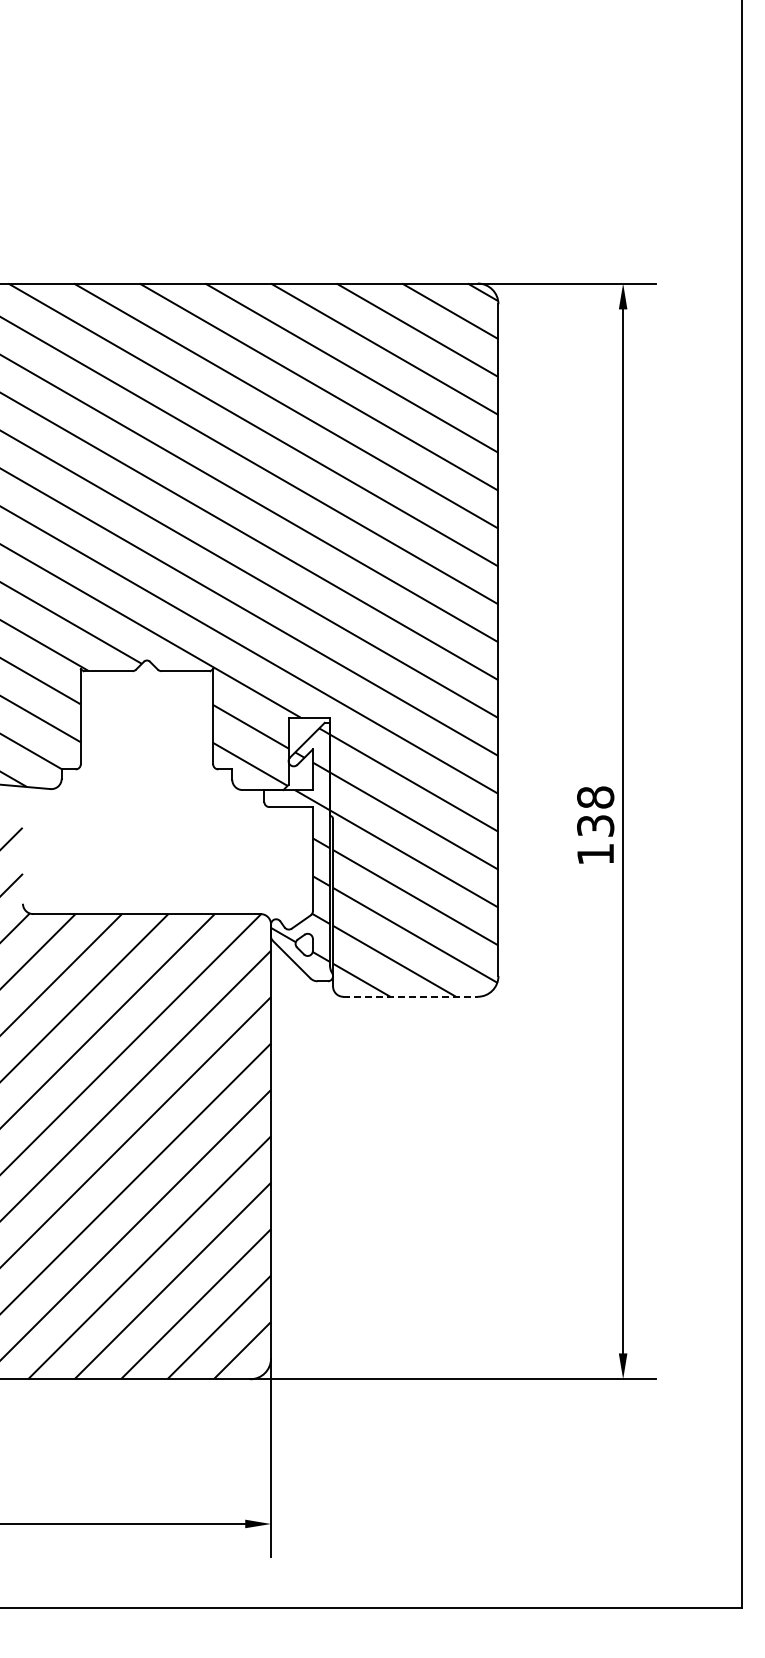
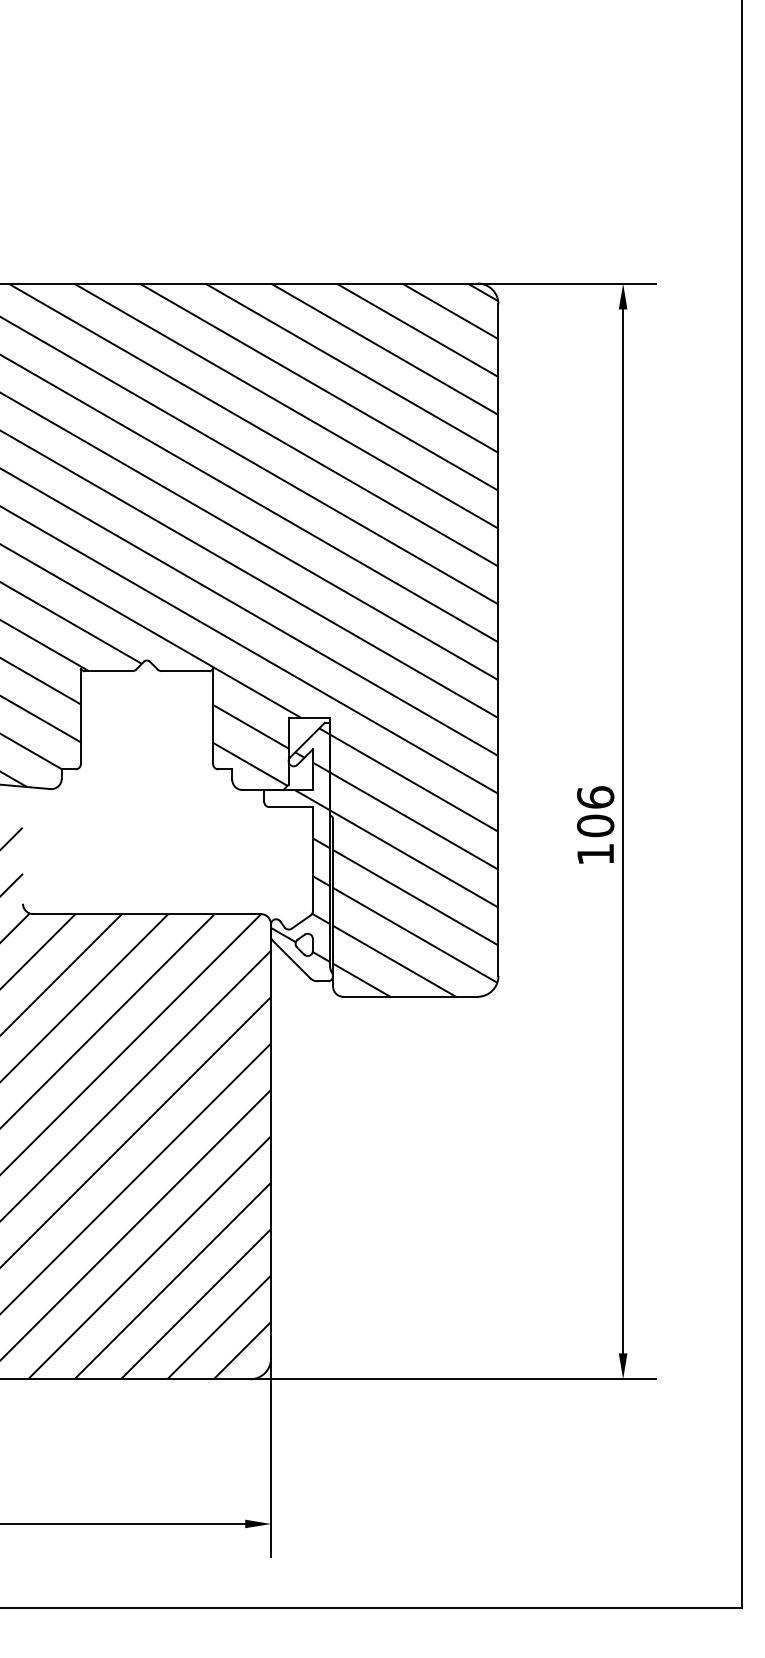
text at (595, 811): 138 -> 106
line at (411, 996): dashed -> solid
